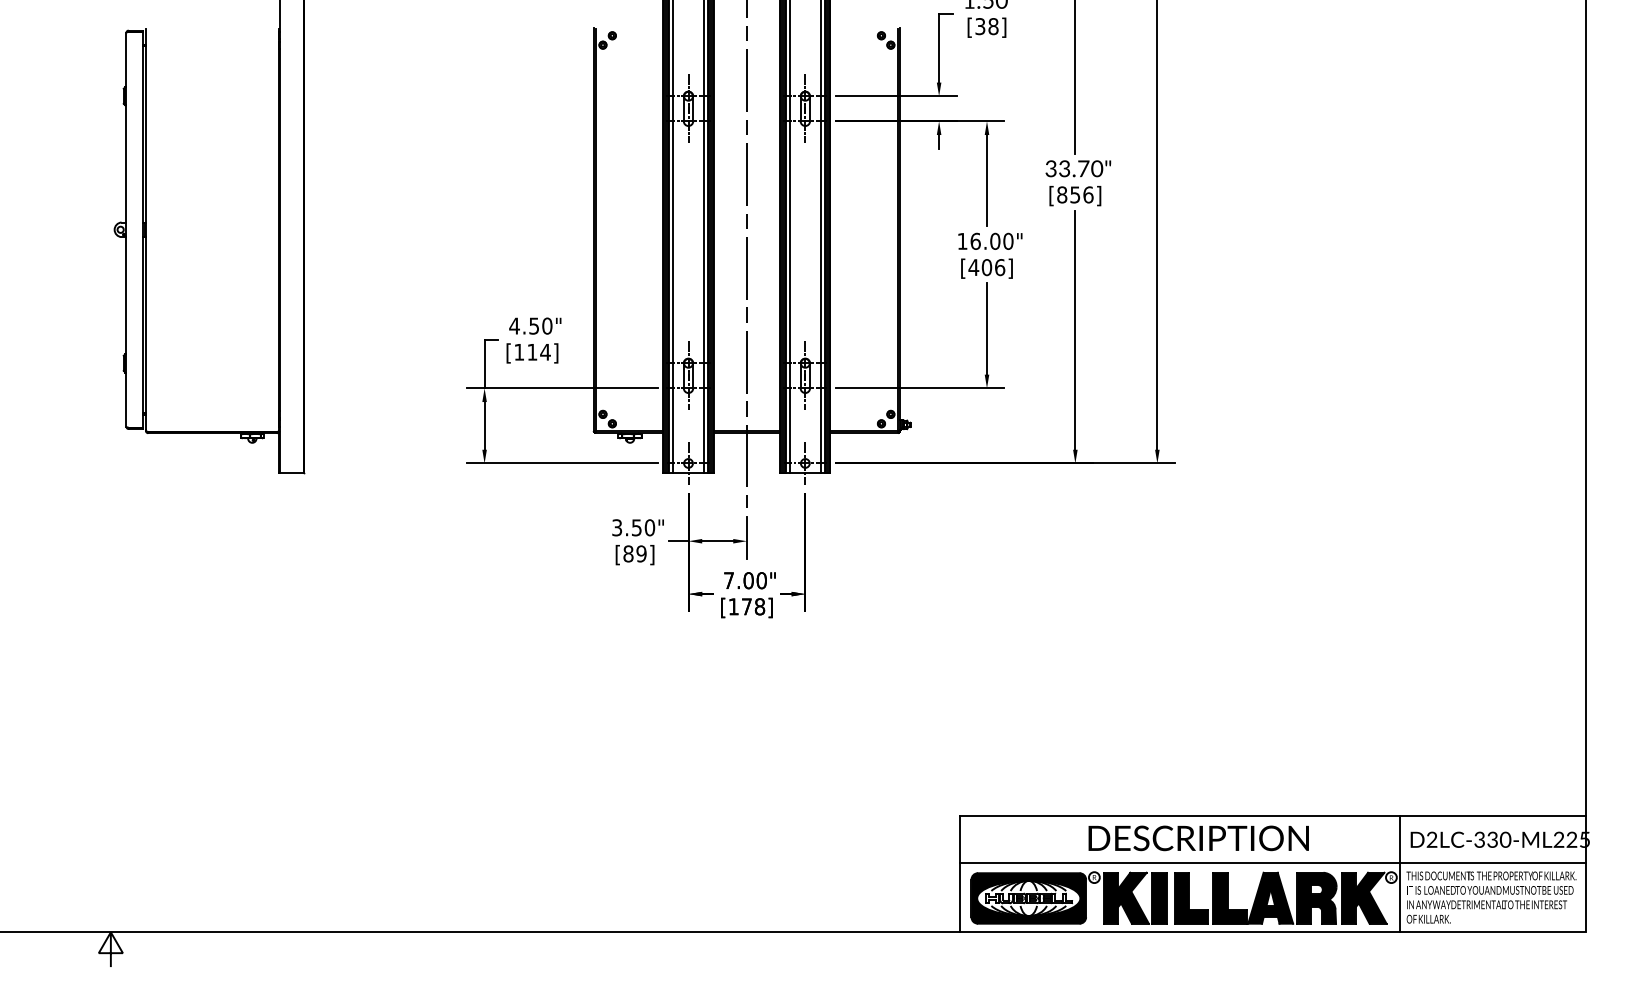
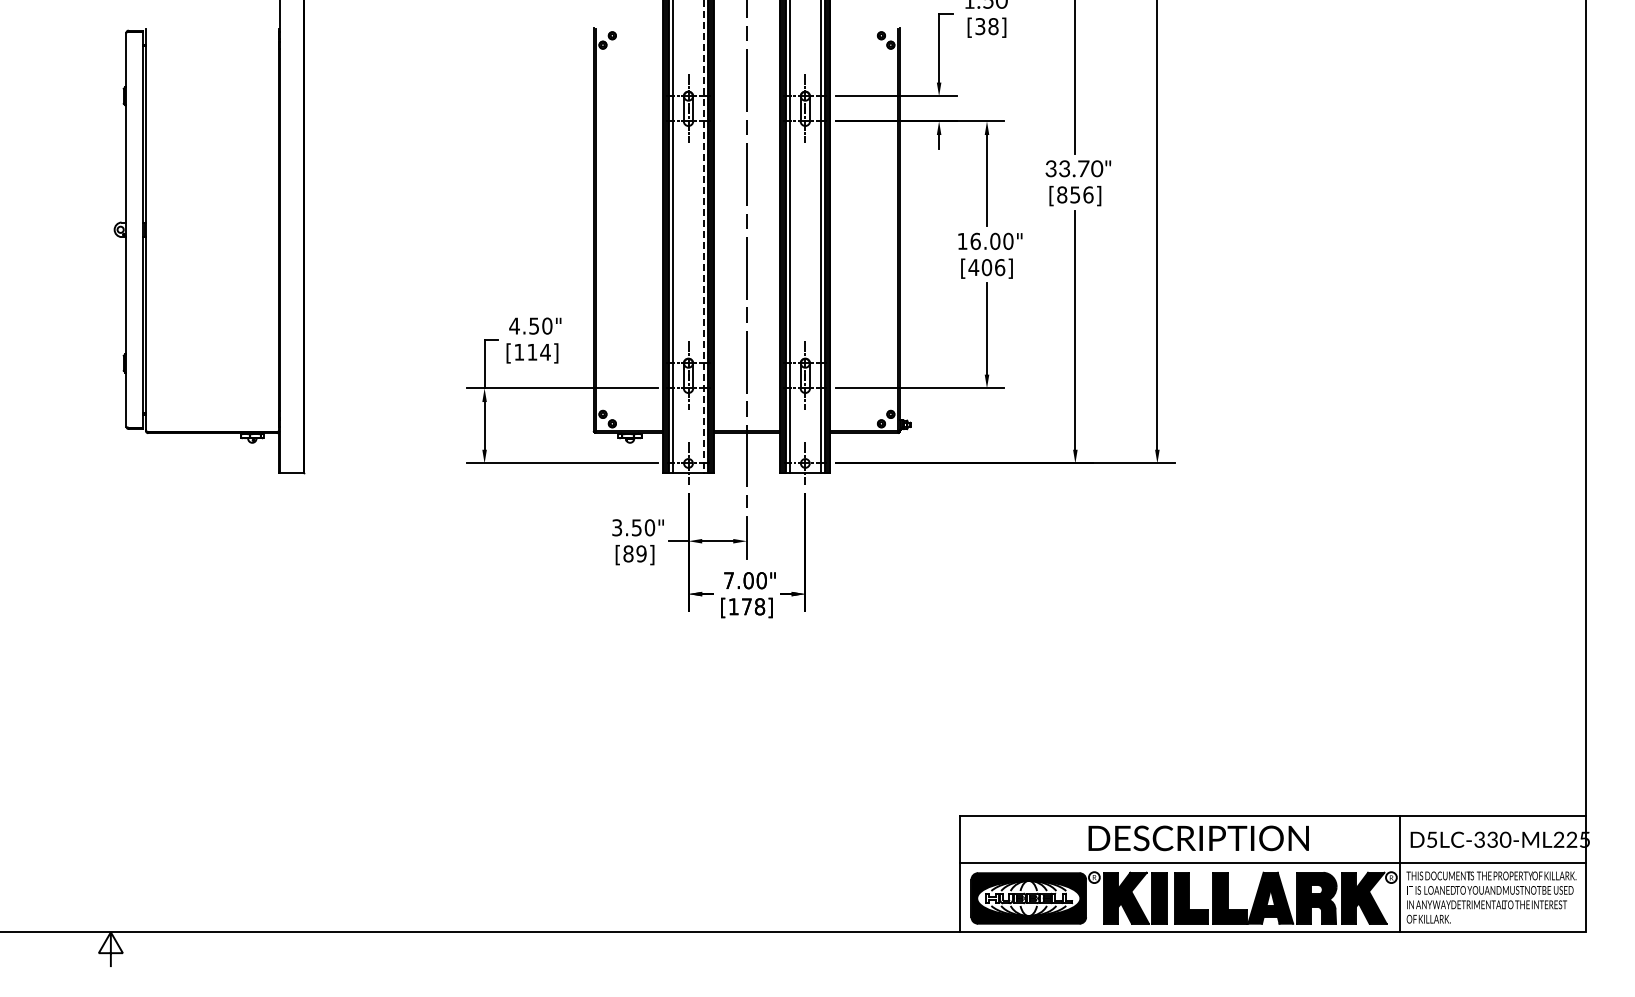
line at (703, 236): solid -> dashed
text at (1431, 839): D2LC-330-ML225 -> D5LC-330-ML225
